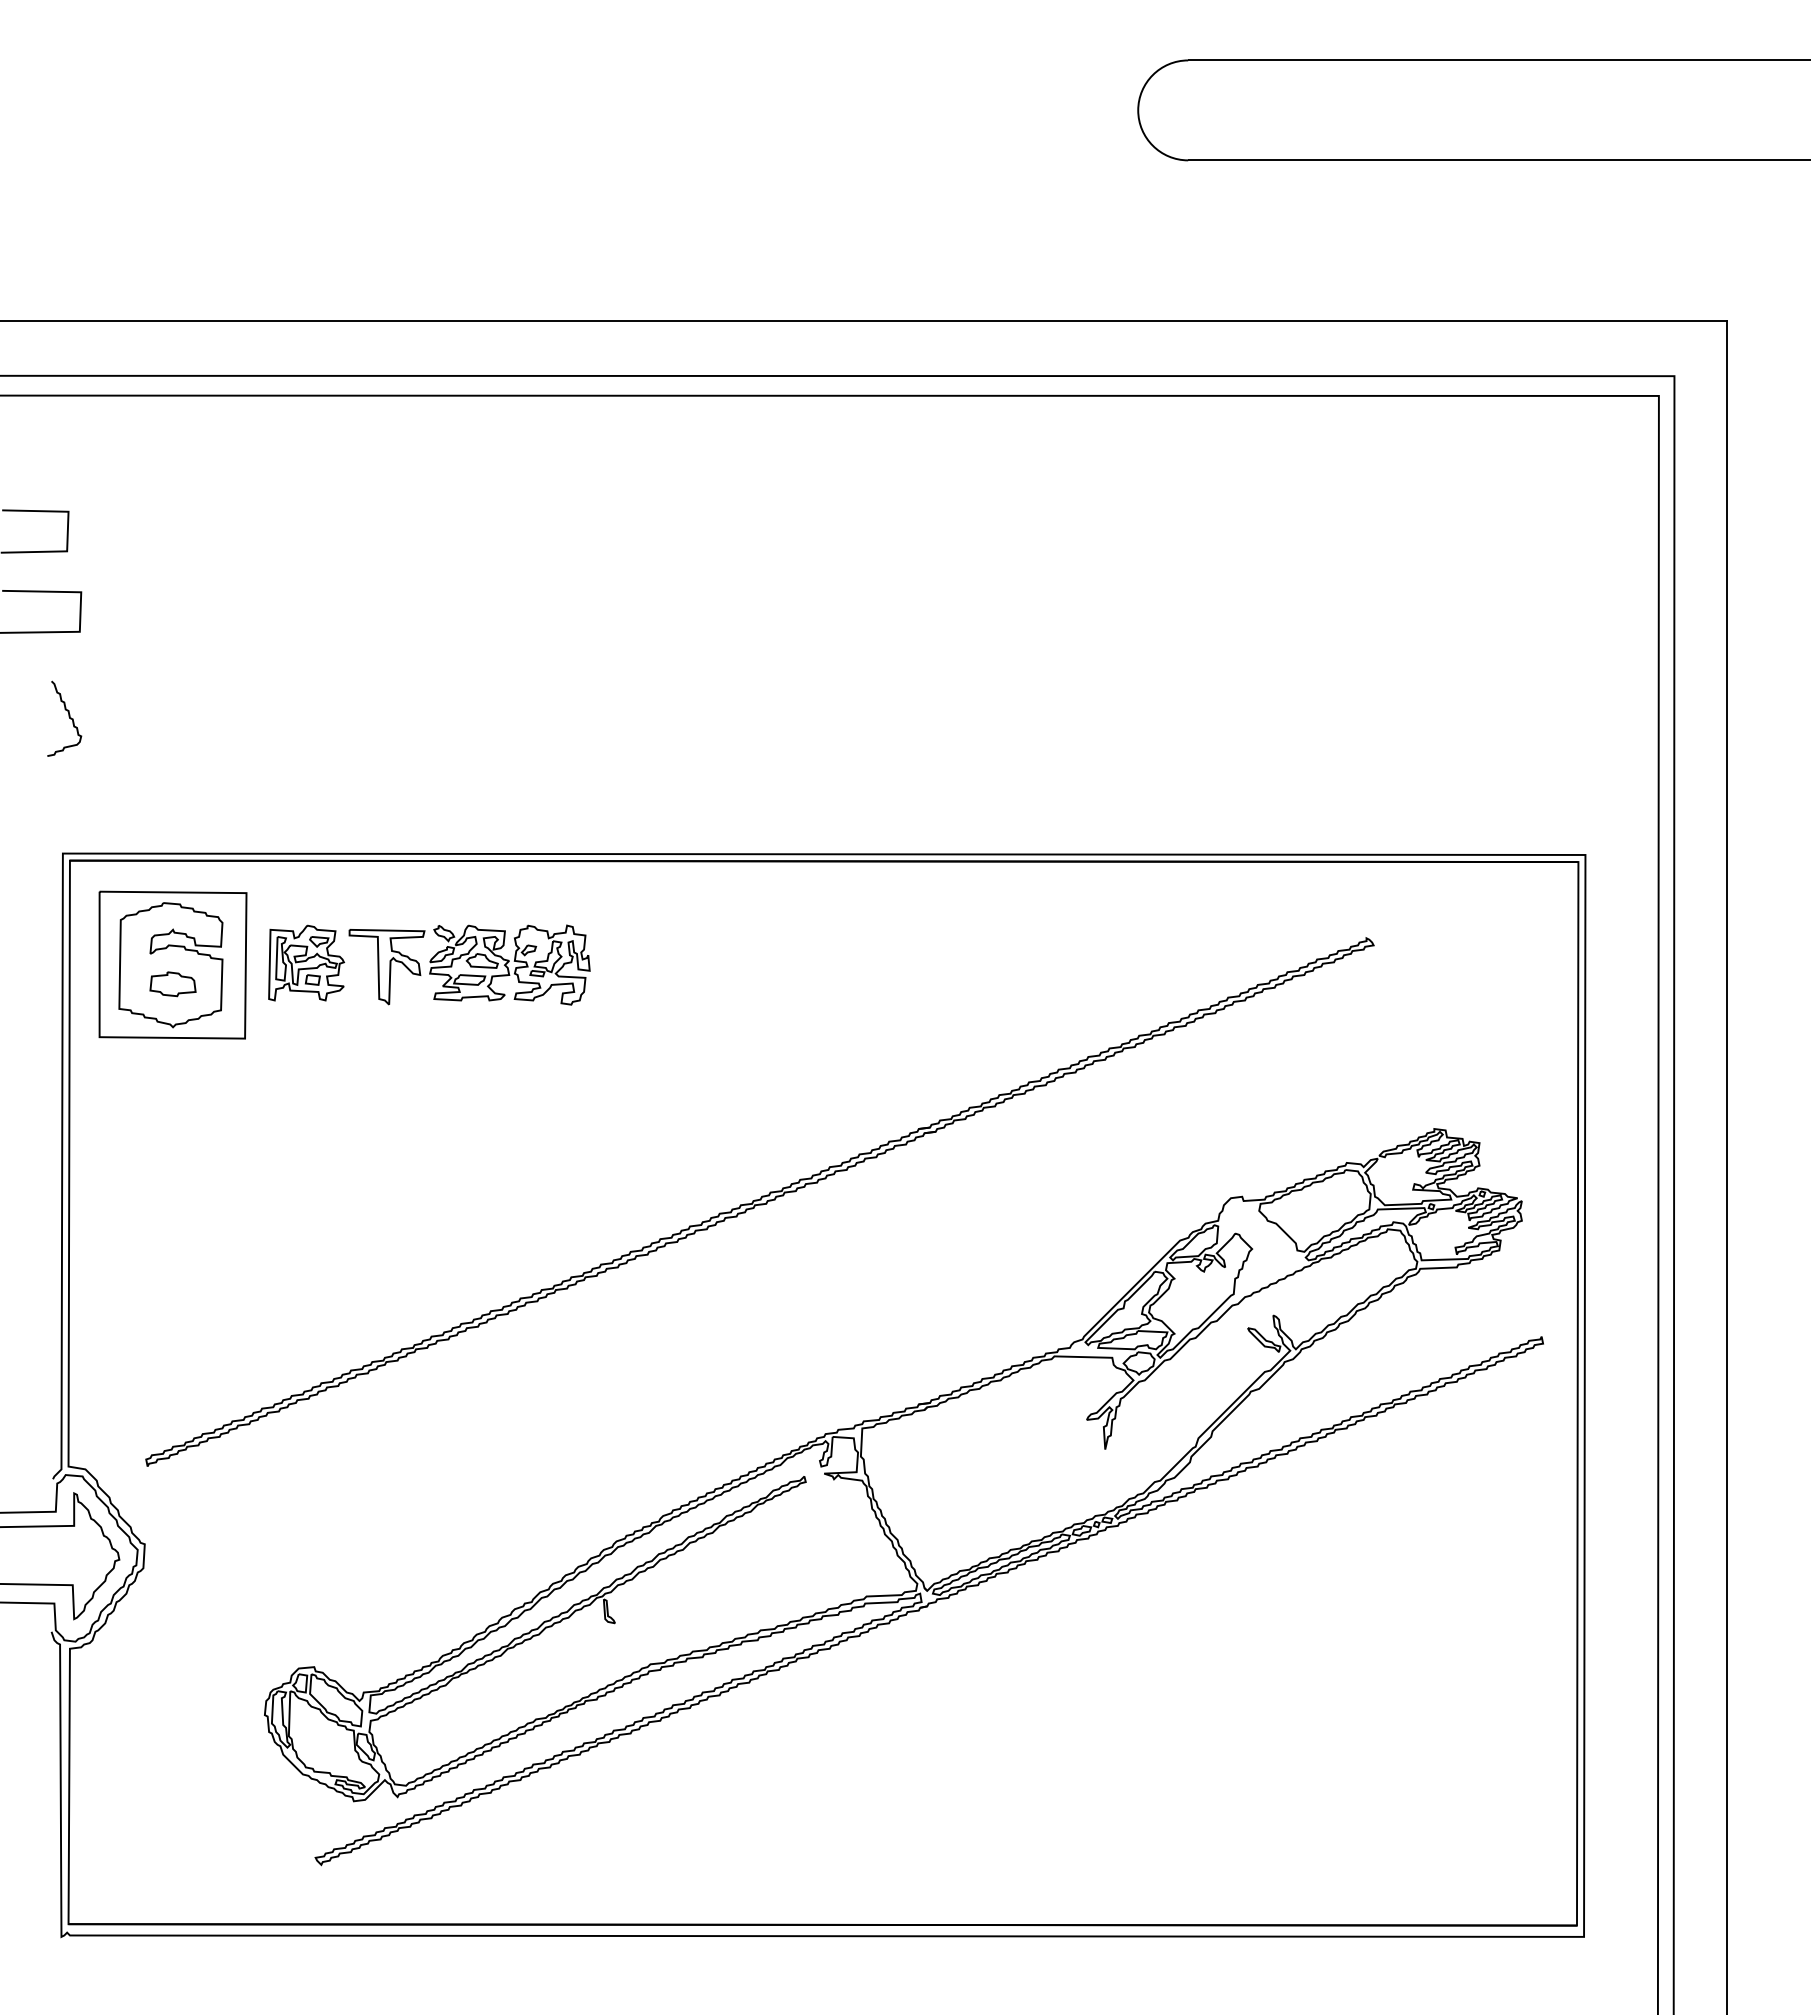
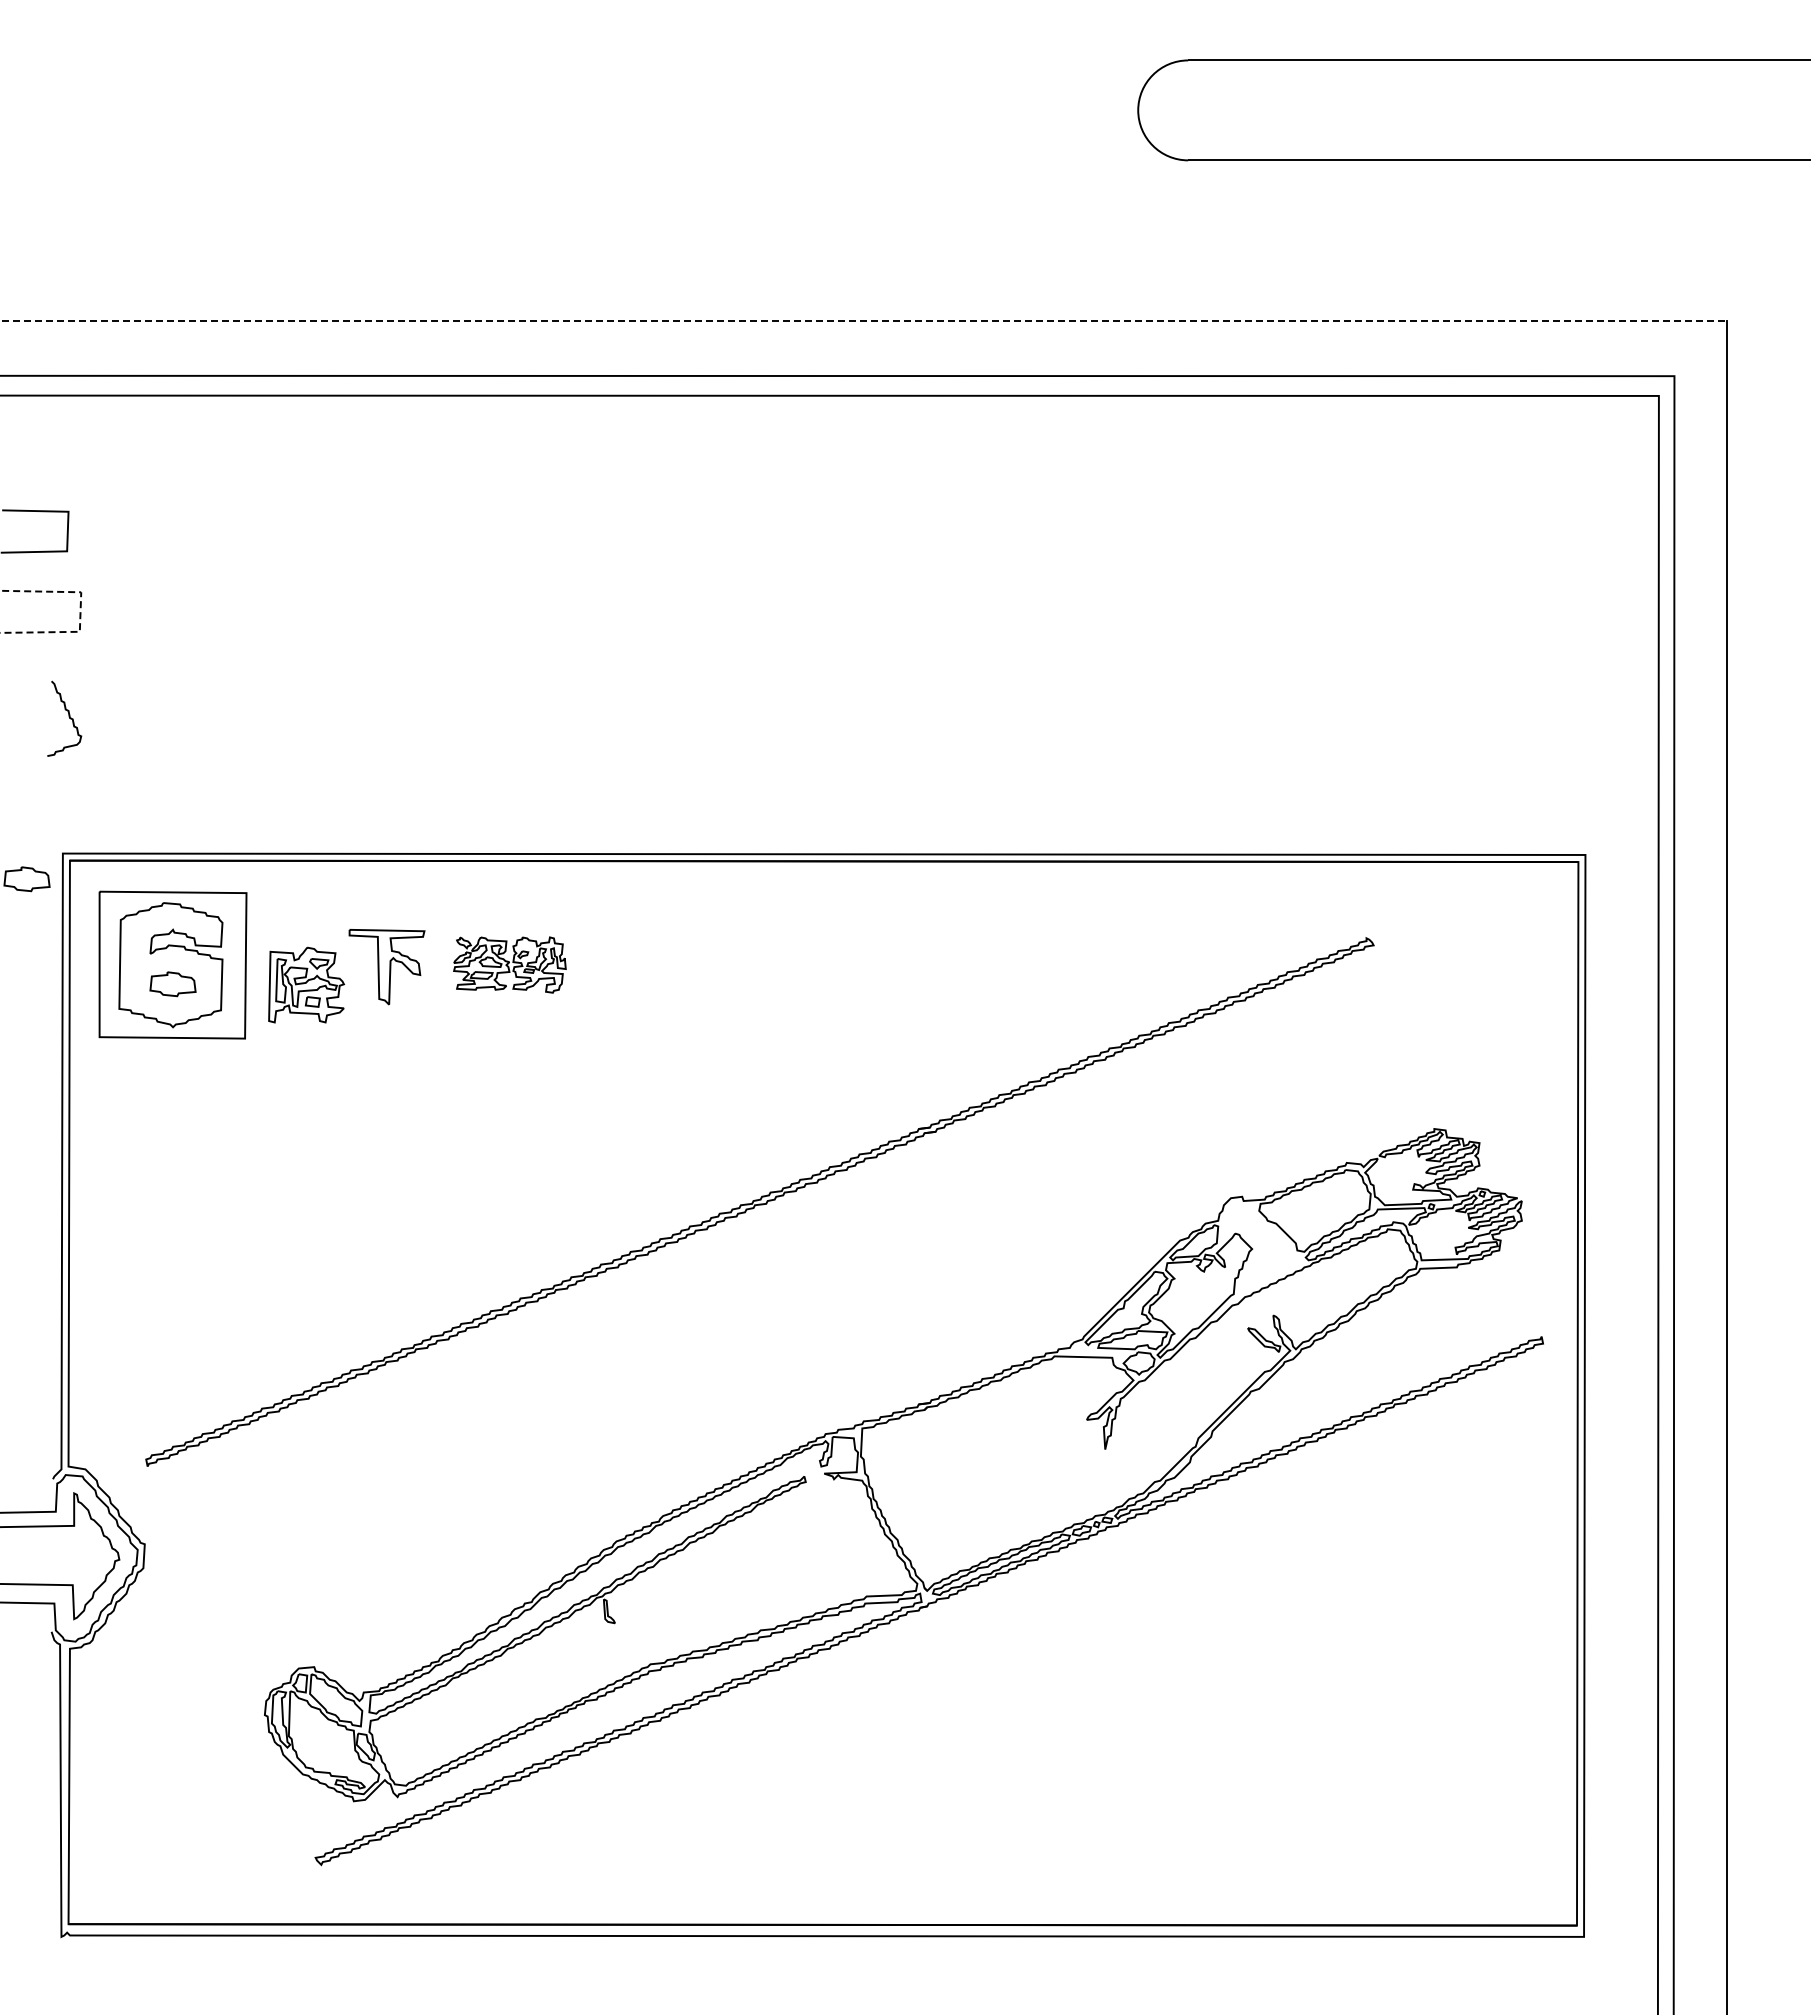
line at (863, 321): solid -> dashed
line at (80, 612): solid -> dashed
part at (26, 879): none -> present
part at (306, 962) position: (306, 962) -> (306, 984)
part at (509, 964) size: 162x82 px -> 114x58 px
